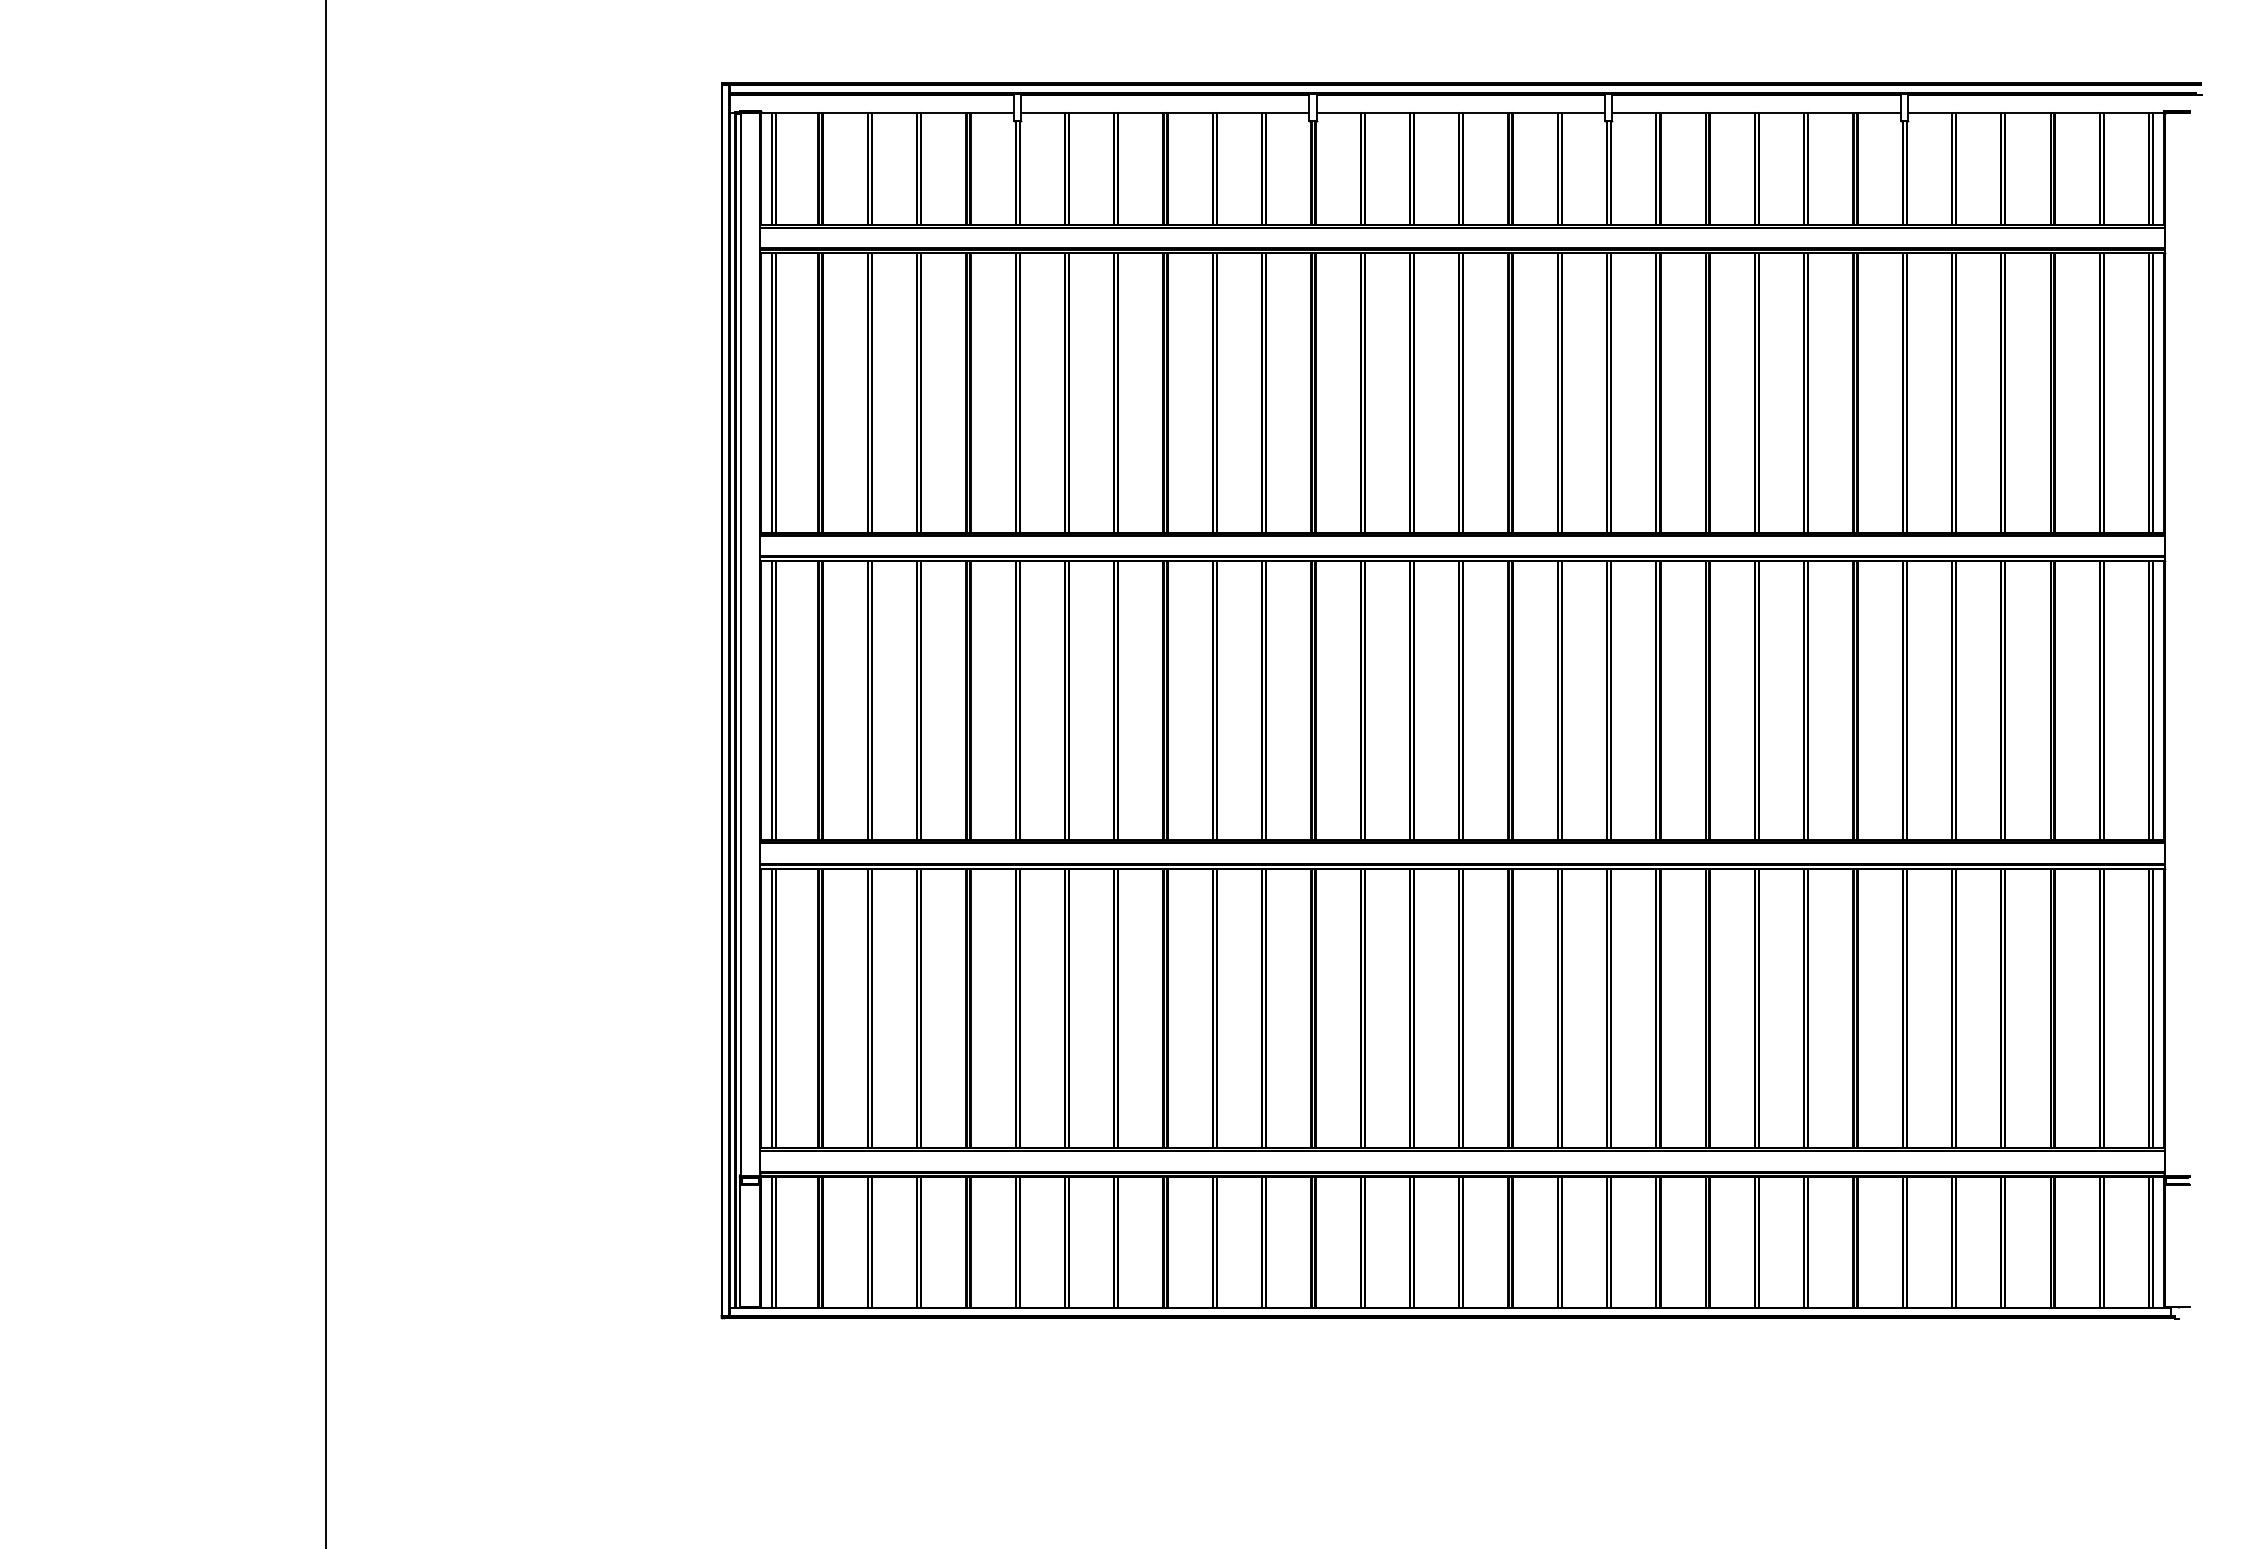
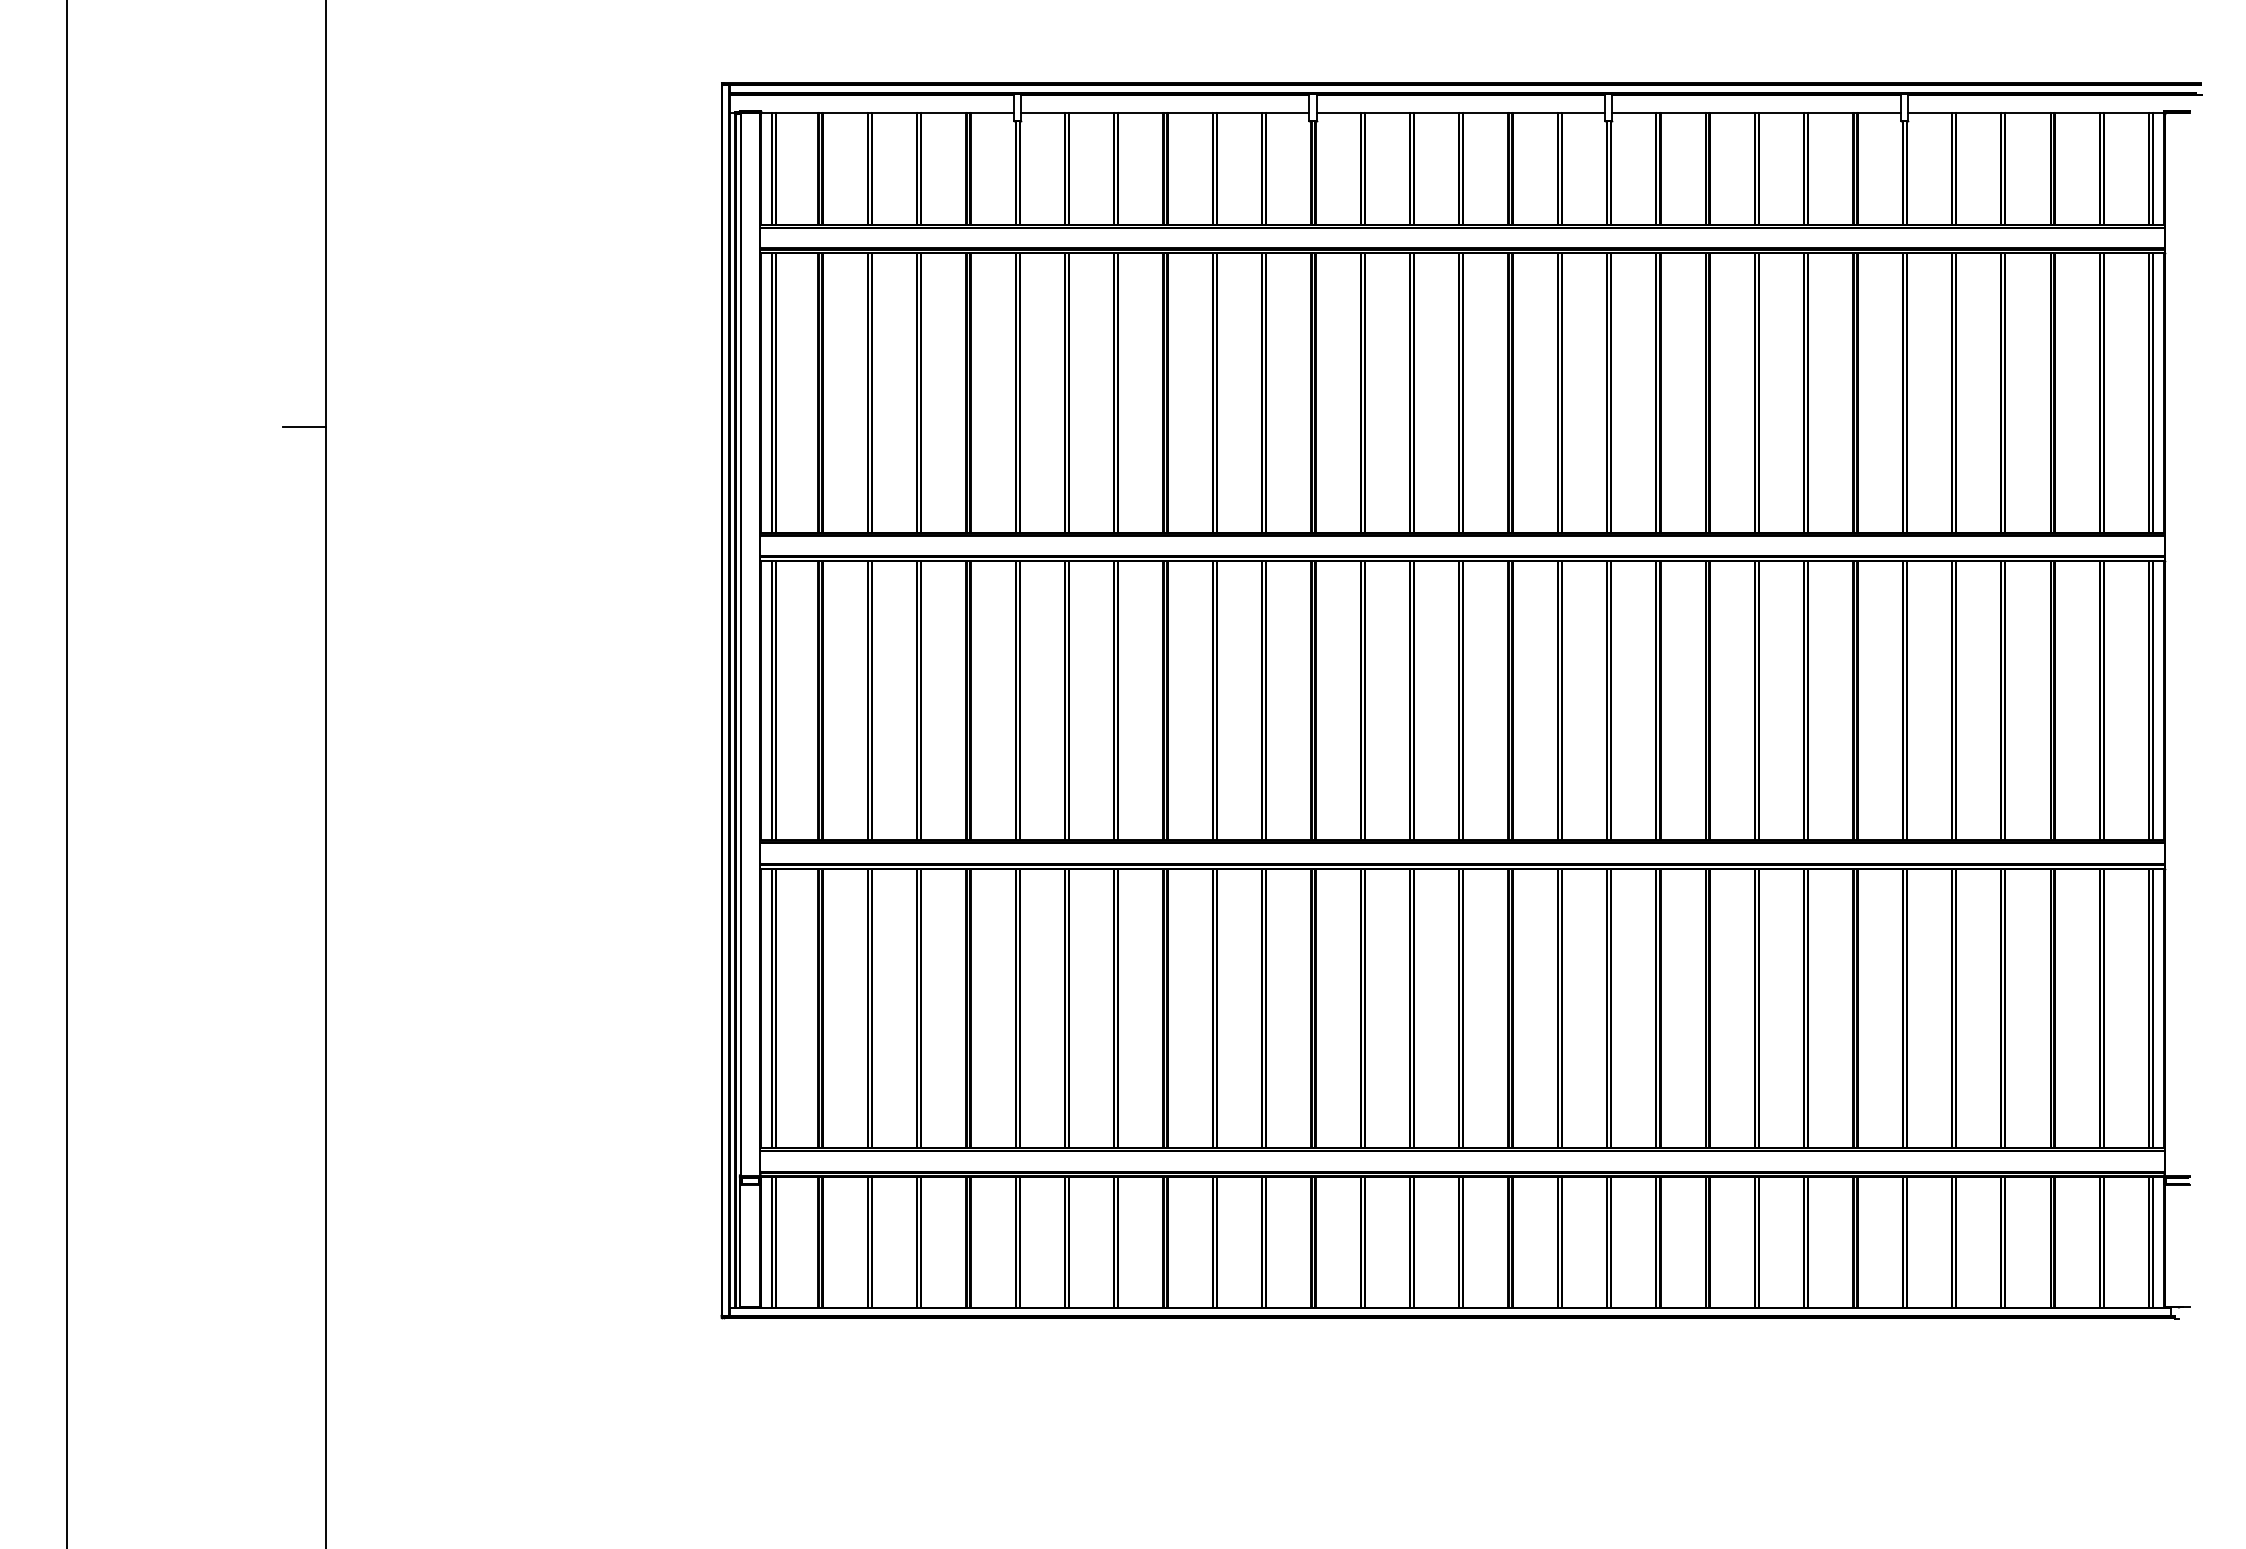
line at (304, 426): none -> present
line at (67, 773): none -> present
